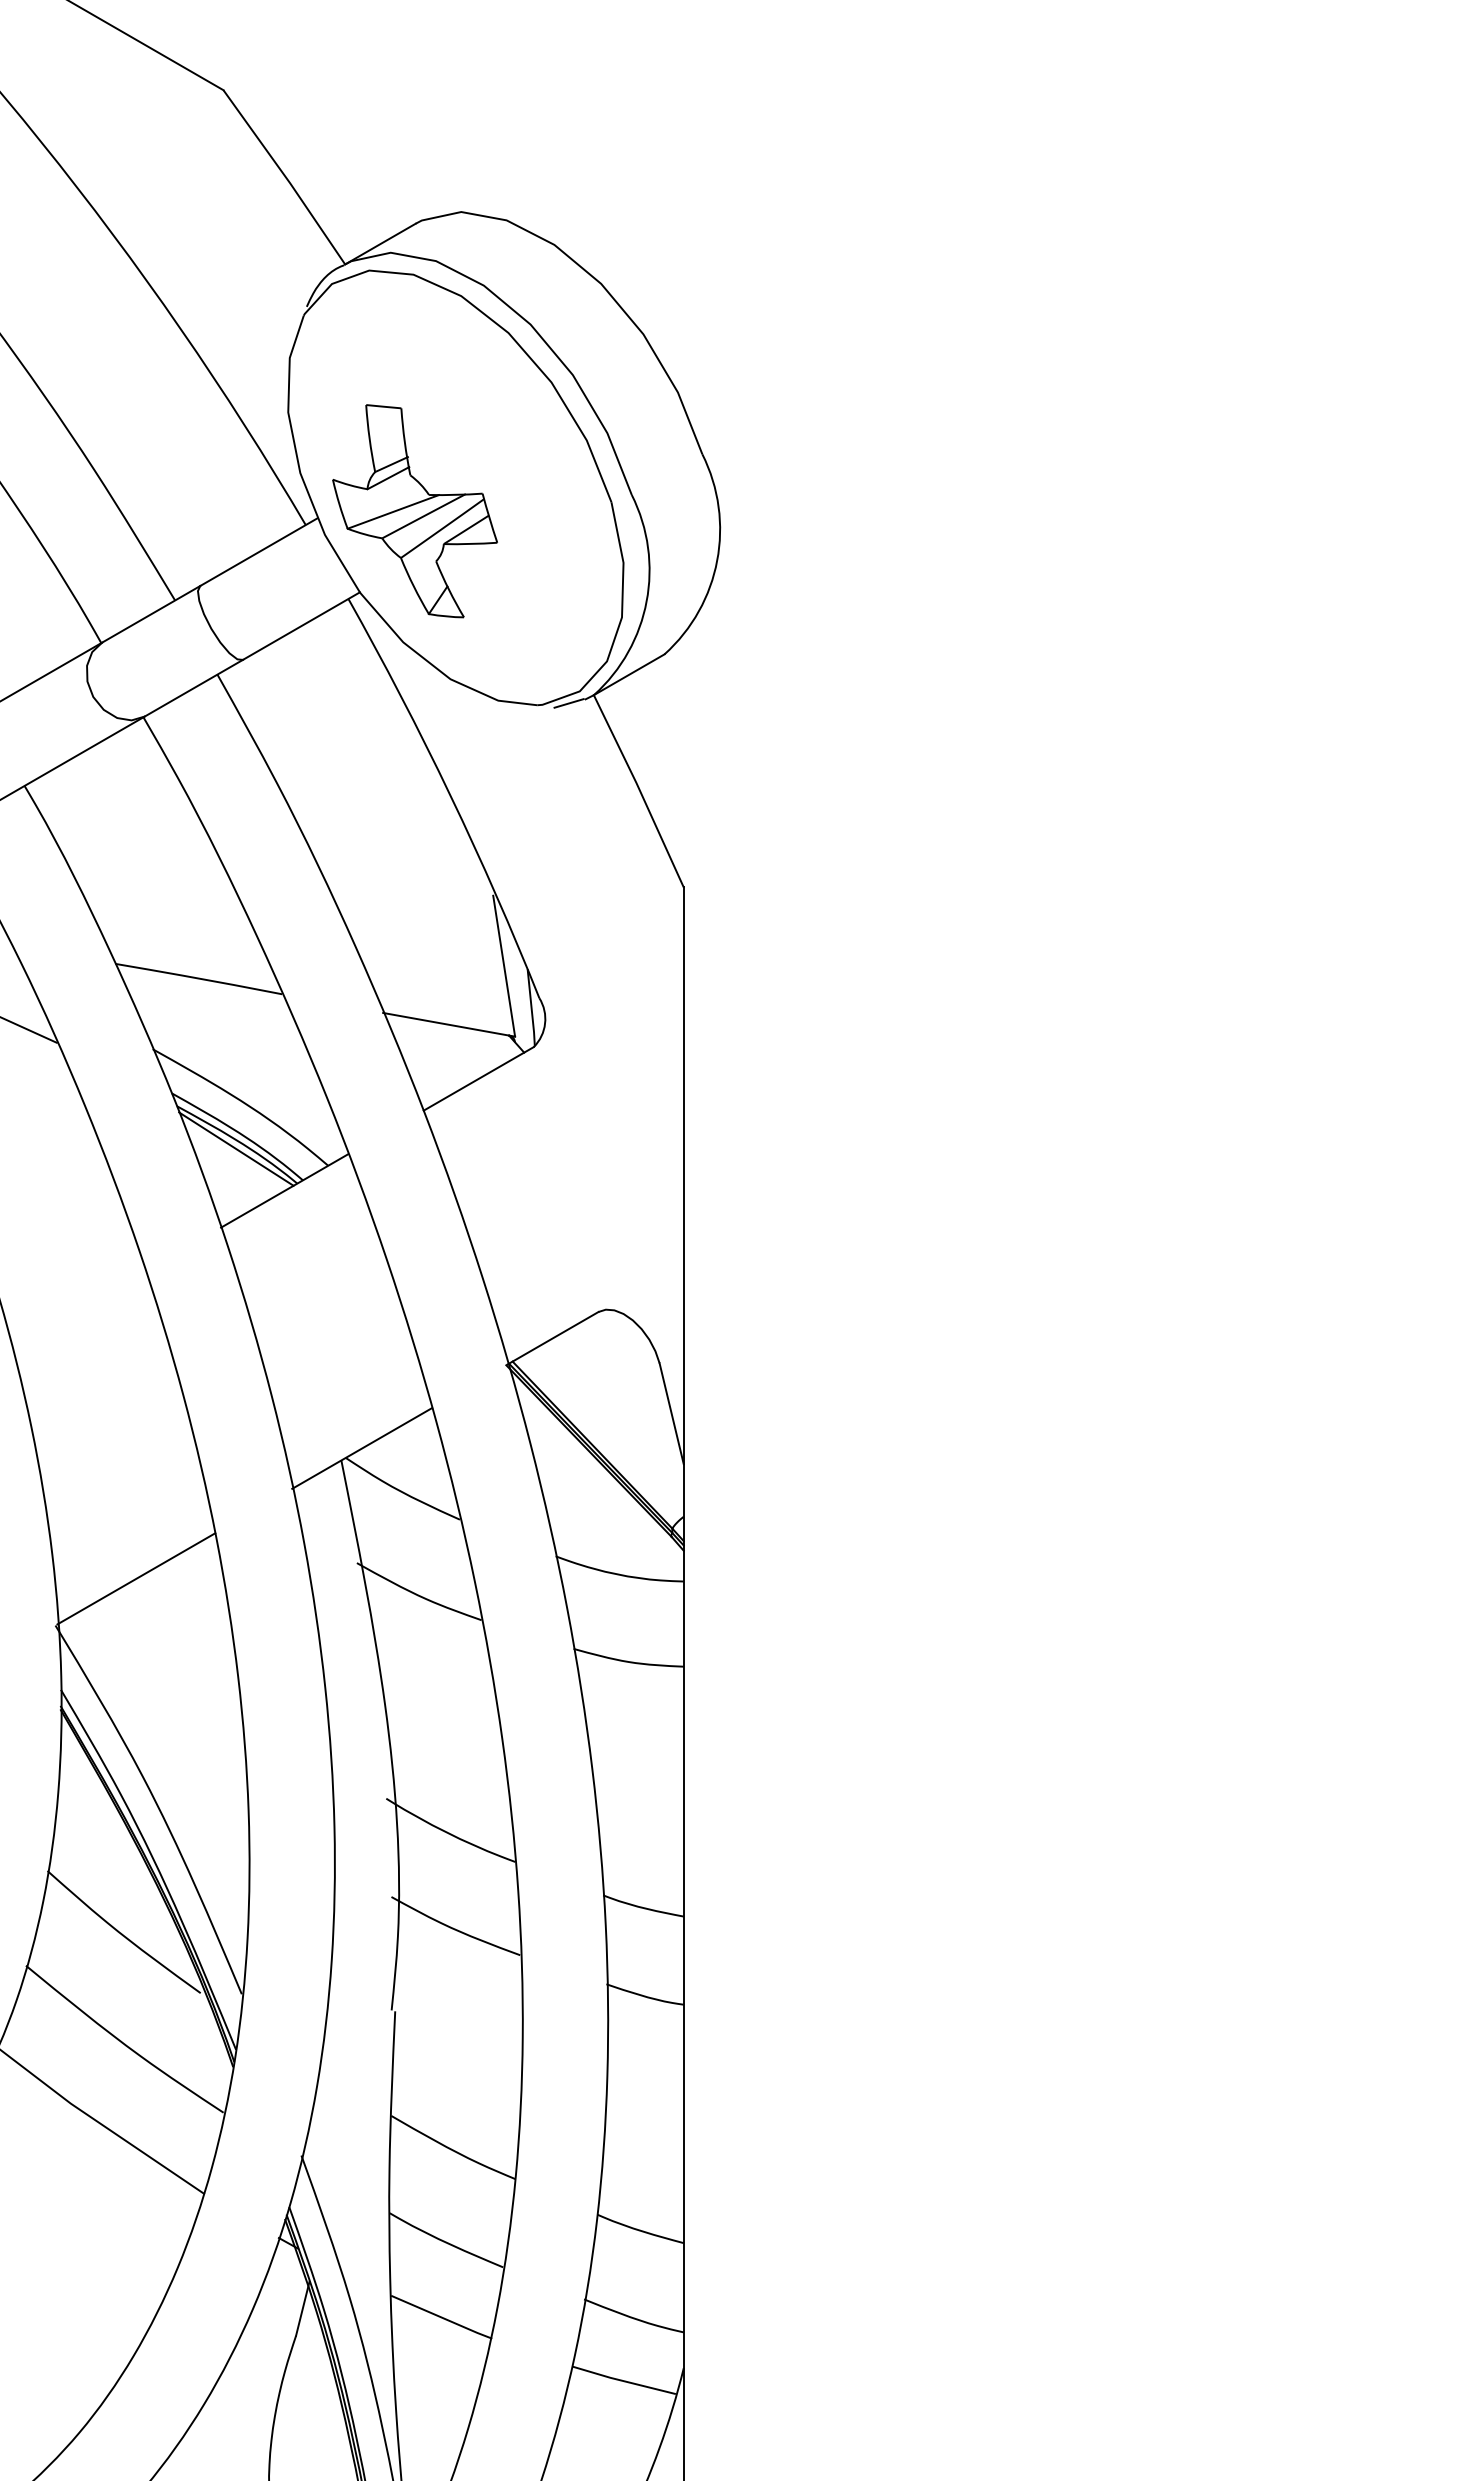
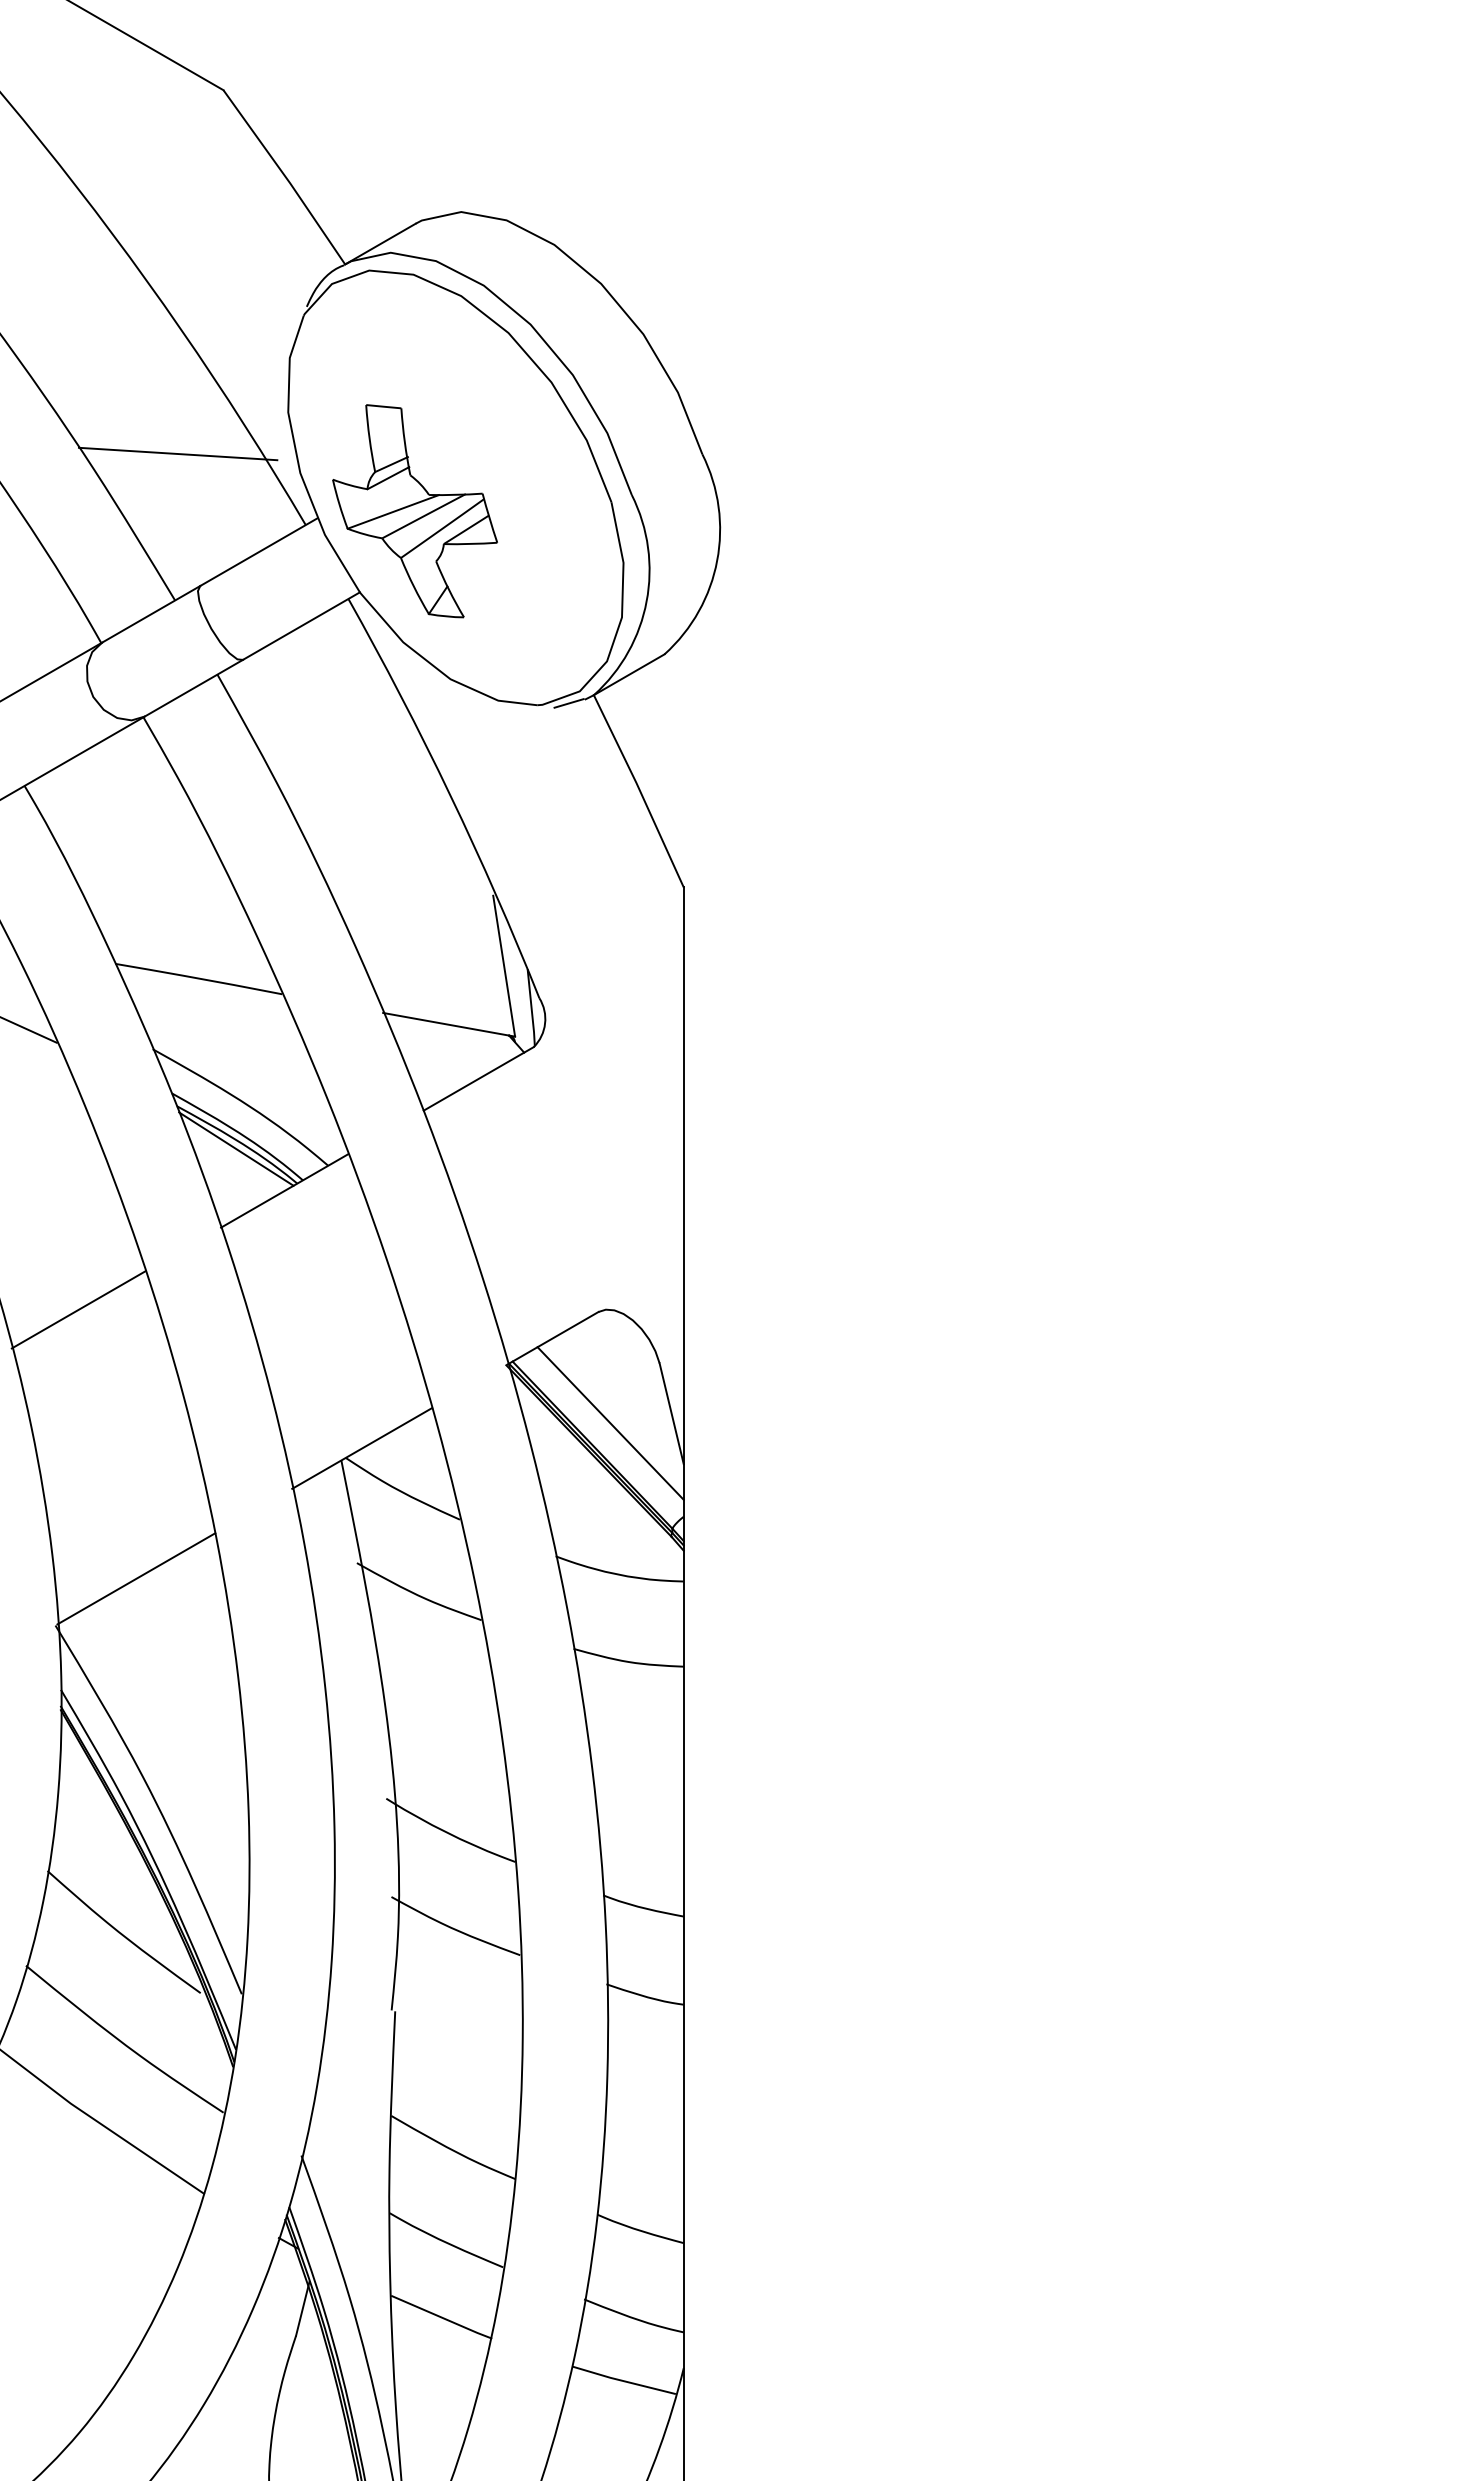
line at (177, 453): none -> present
line at (78, 1309): none -> present
line at (610, 1423): none -> present
